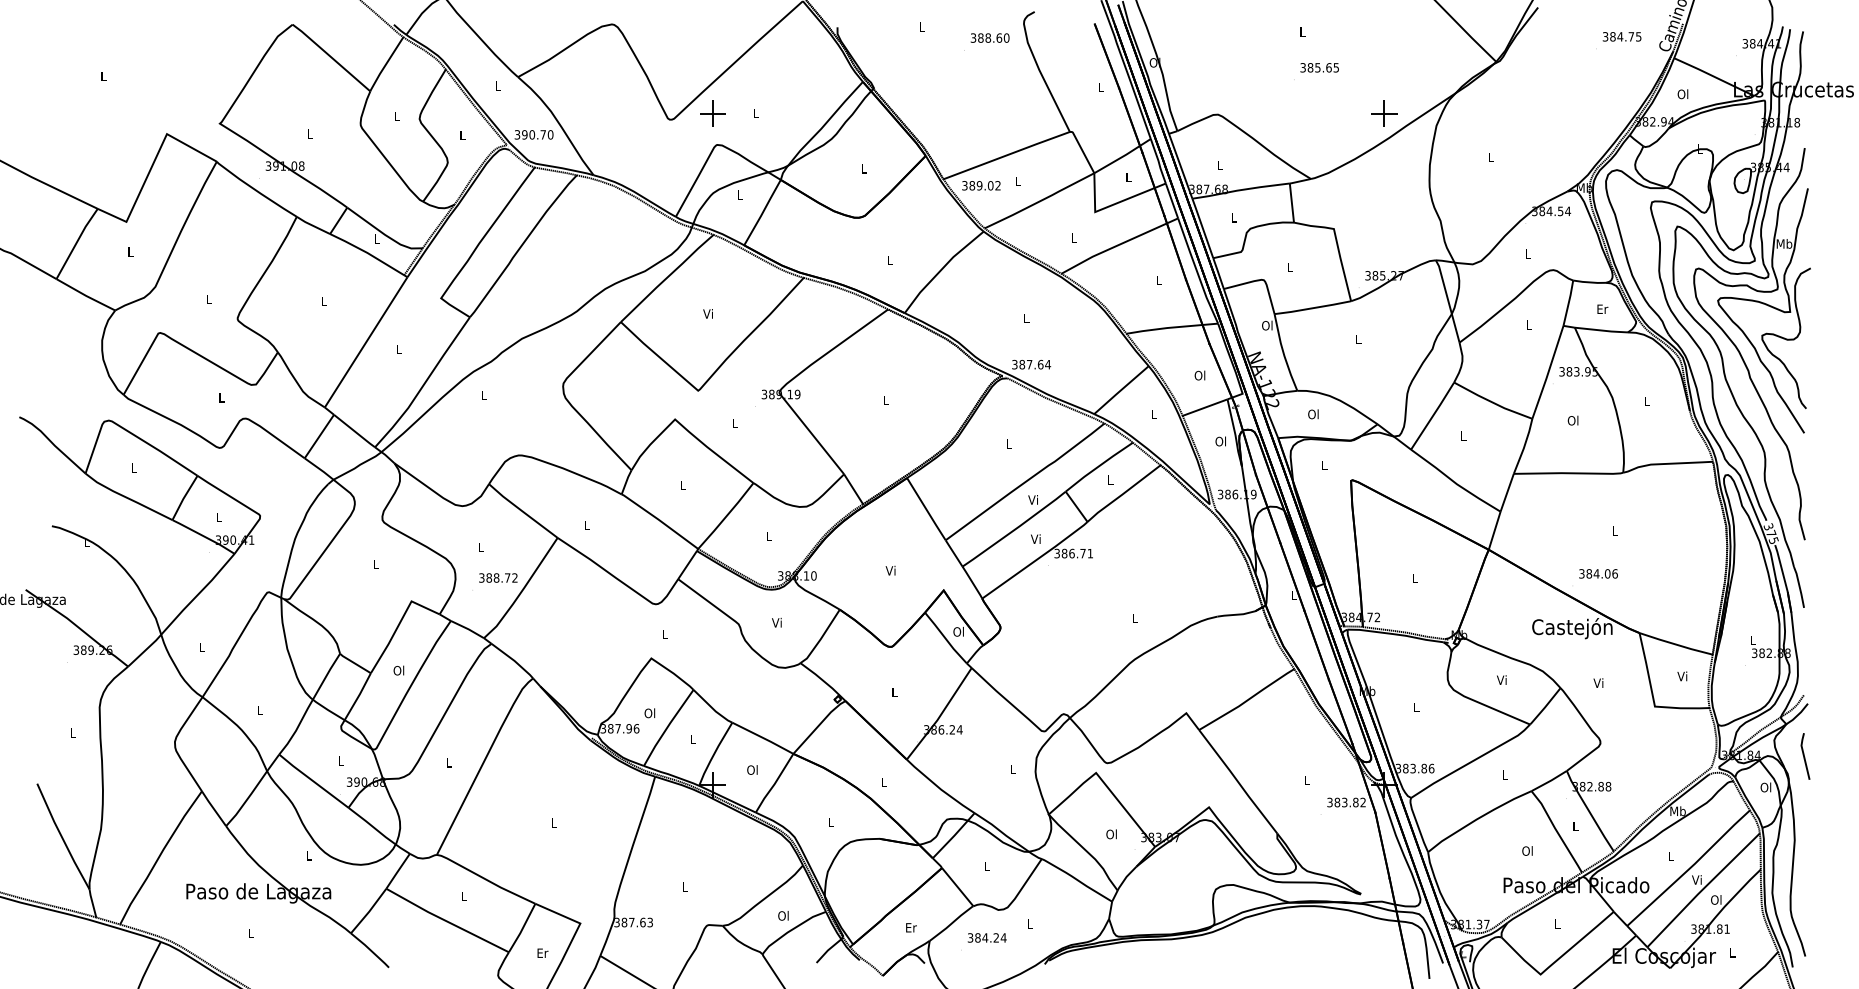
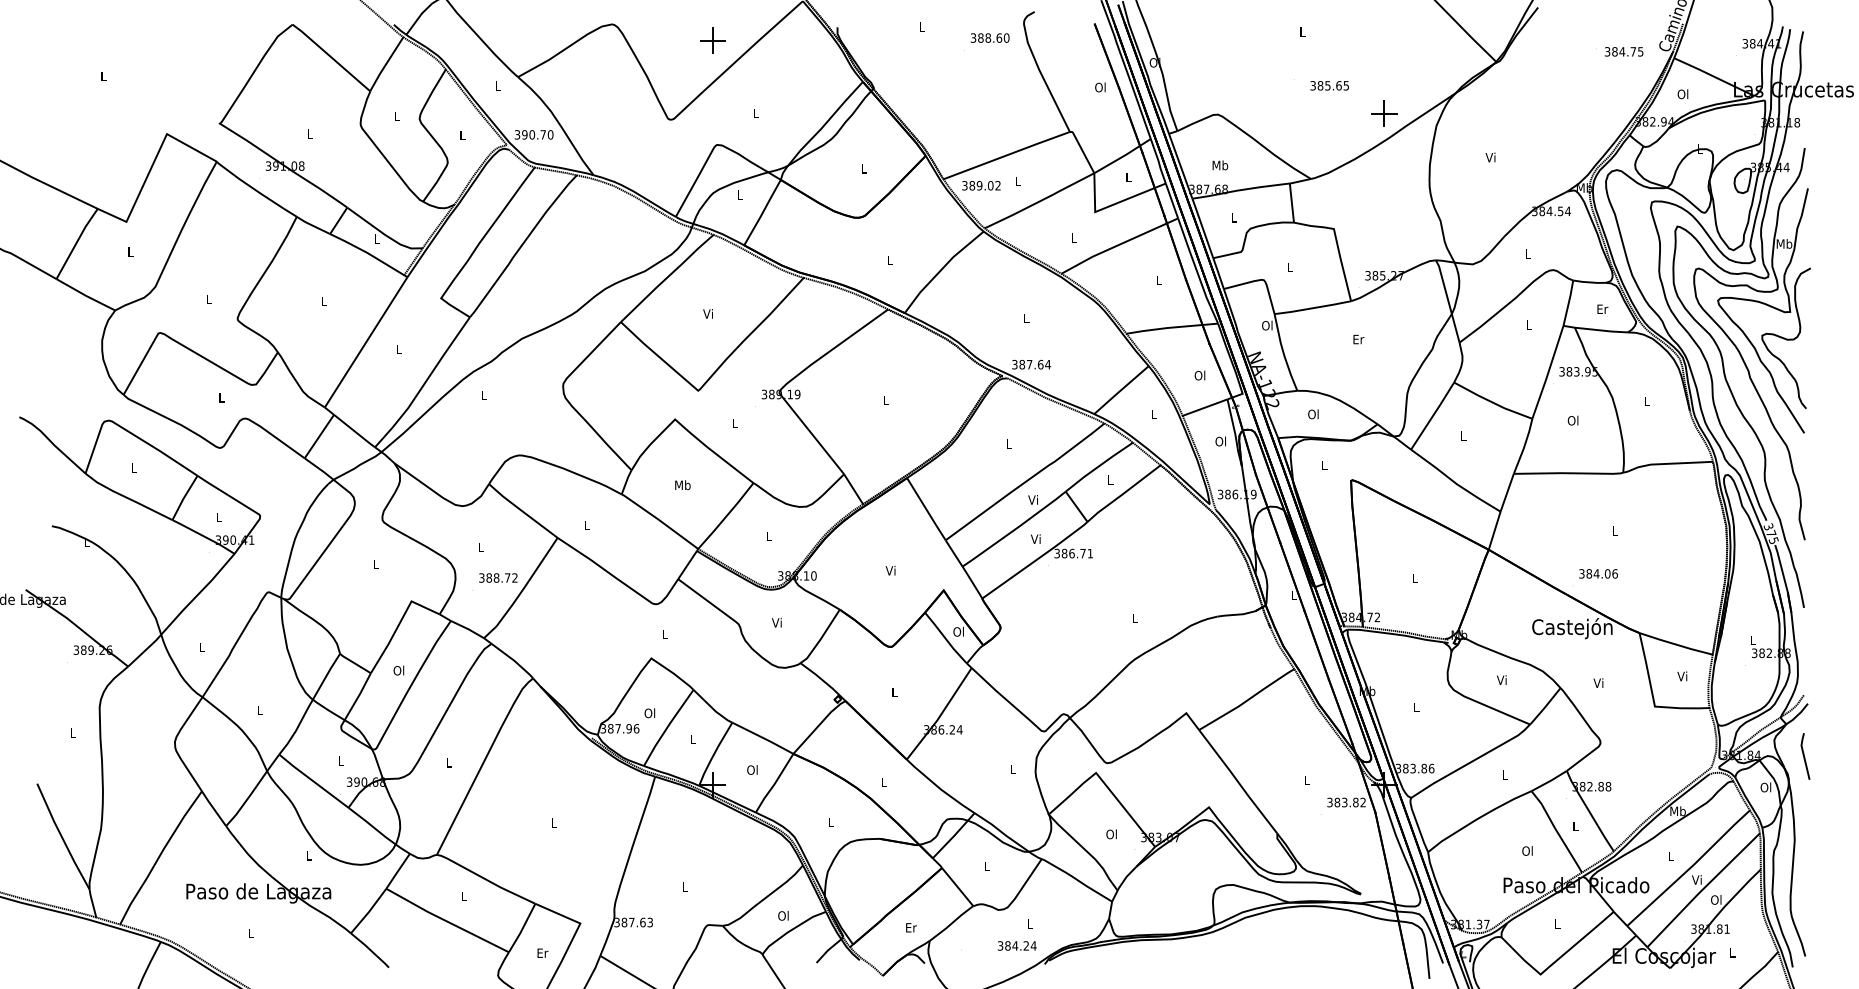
text at (1621, 36) position: (1621, 36) -> (1623, 51)
text at (1319, 67) position: (1319, 67) -> (1329, 85)
text at (1100, 87): L -> Ol
part at (712, 113) position: (712, 113) -> (712, 40)
text at (1490, 157): L -> Vi
text at (1220, 165): L -> Mb
text at (1358, 339): L -> Er
text at (682, 485): L -> Mb
text at (986, 937) position: (986, 937) -> (1016, 945)
